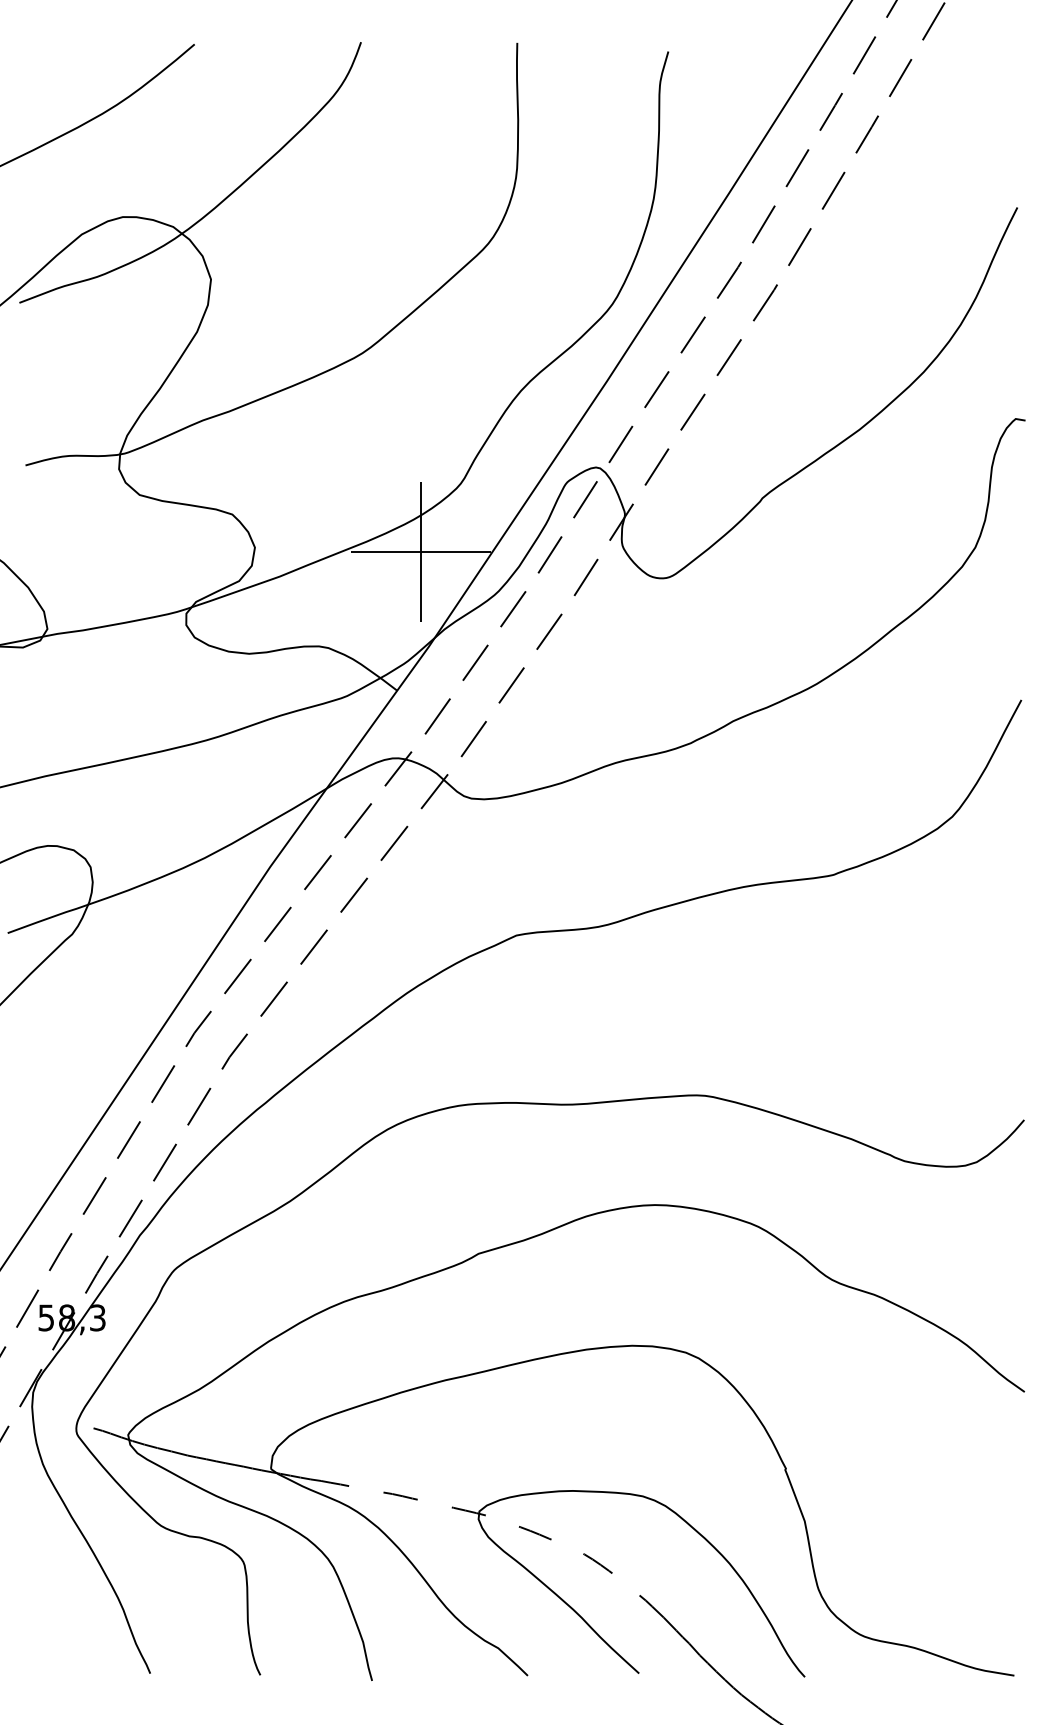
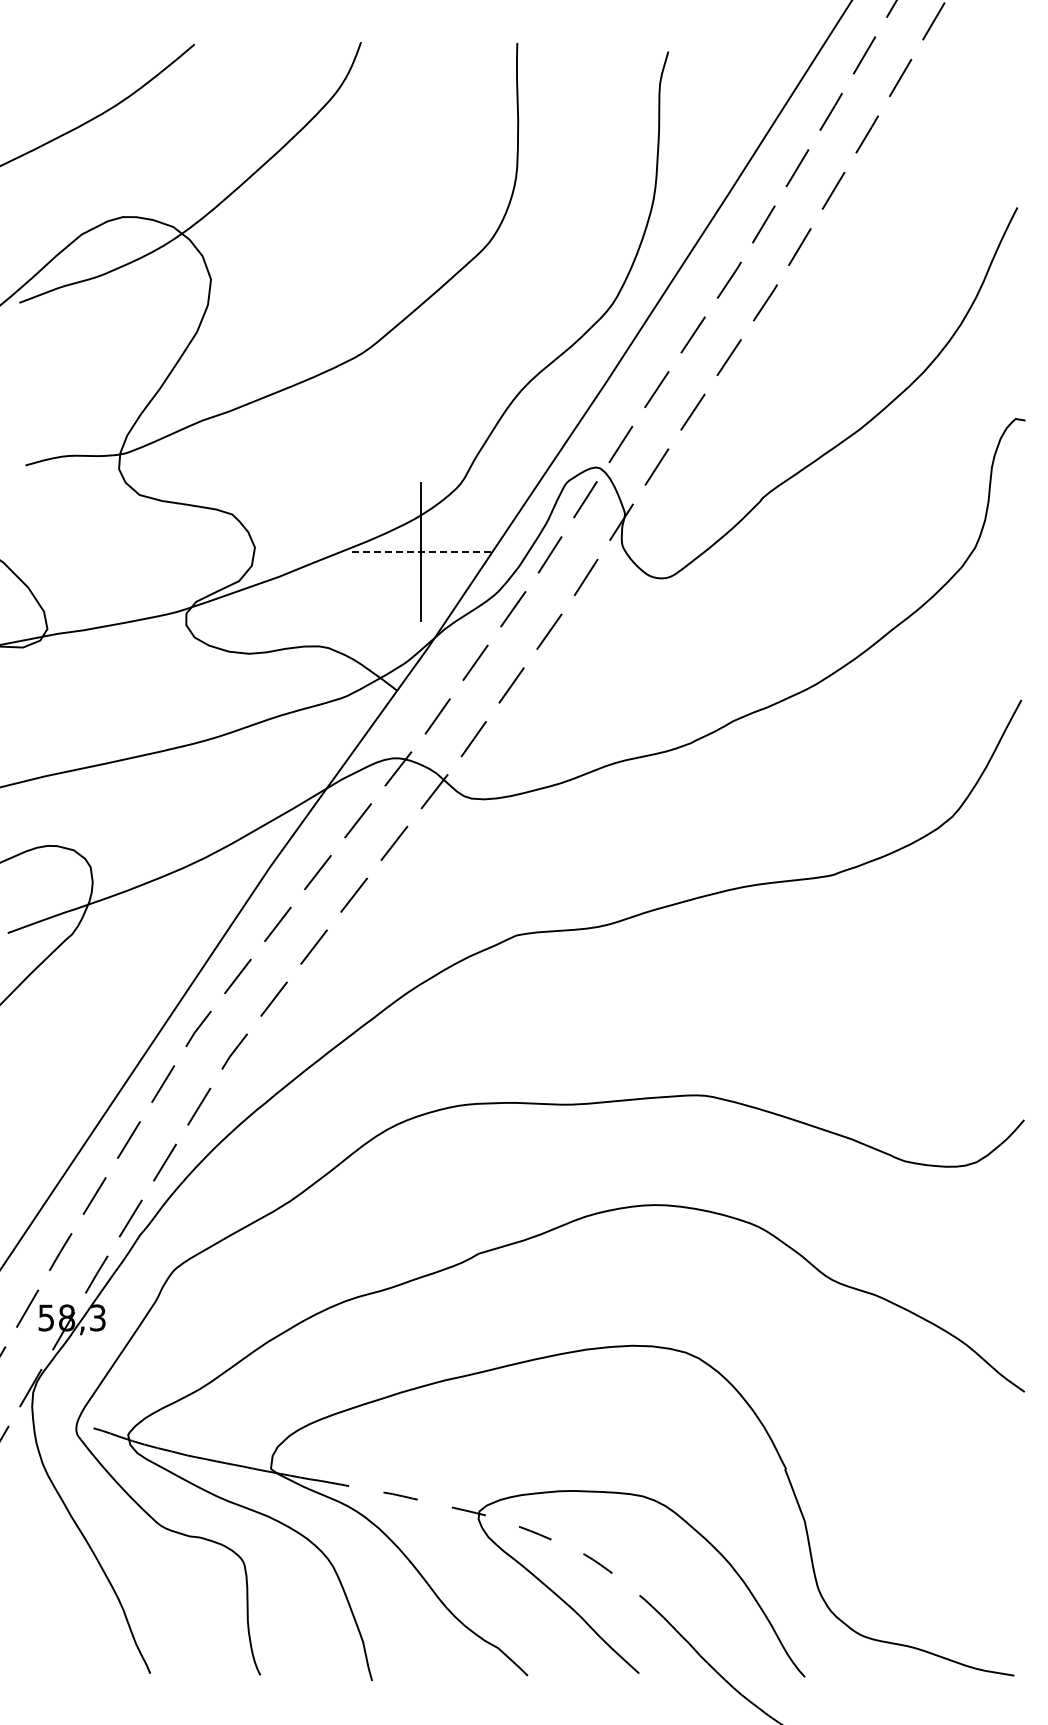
line at (421, 552): solid -> dashed
